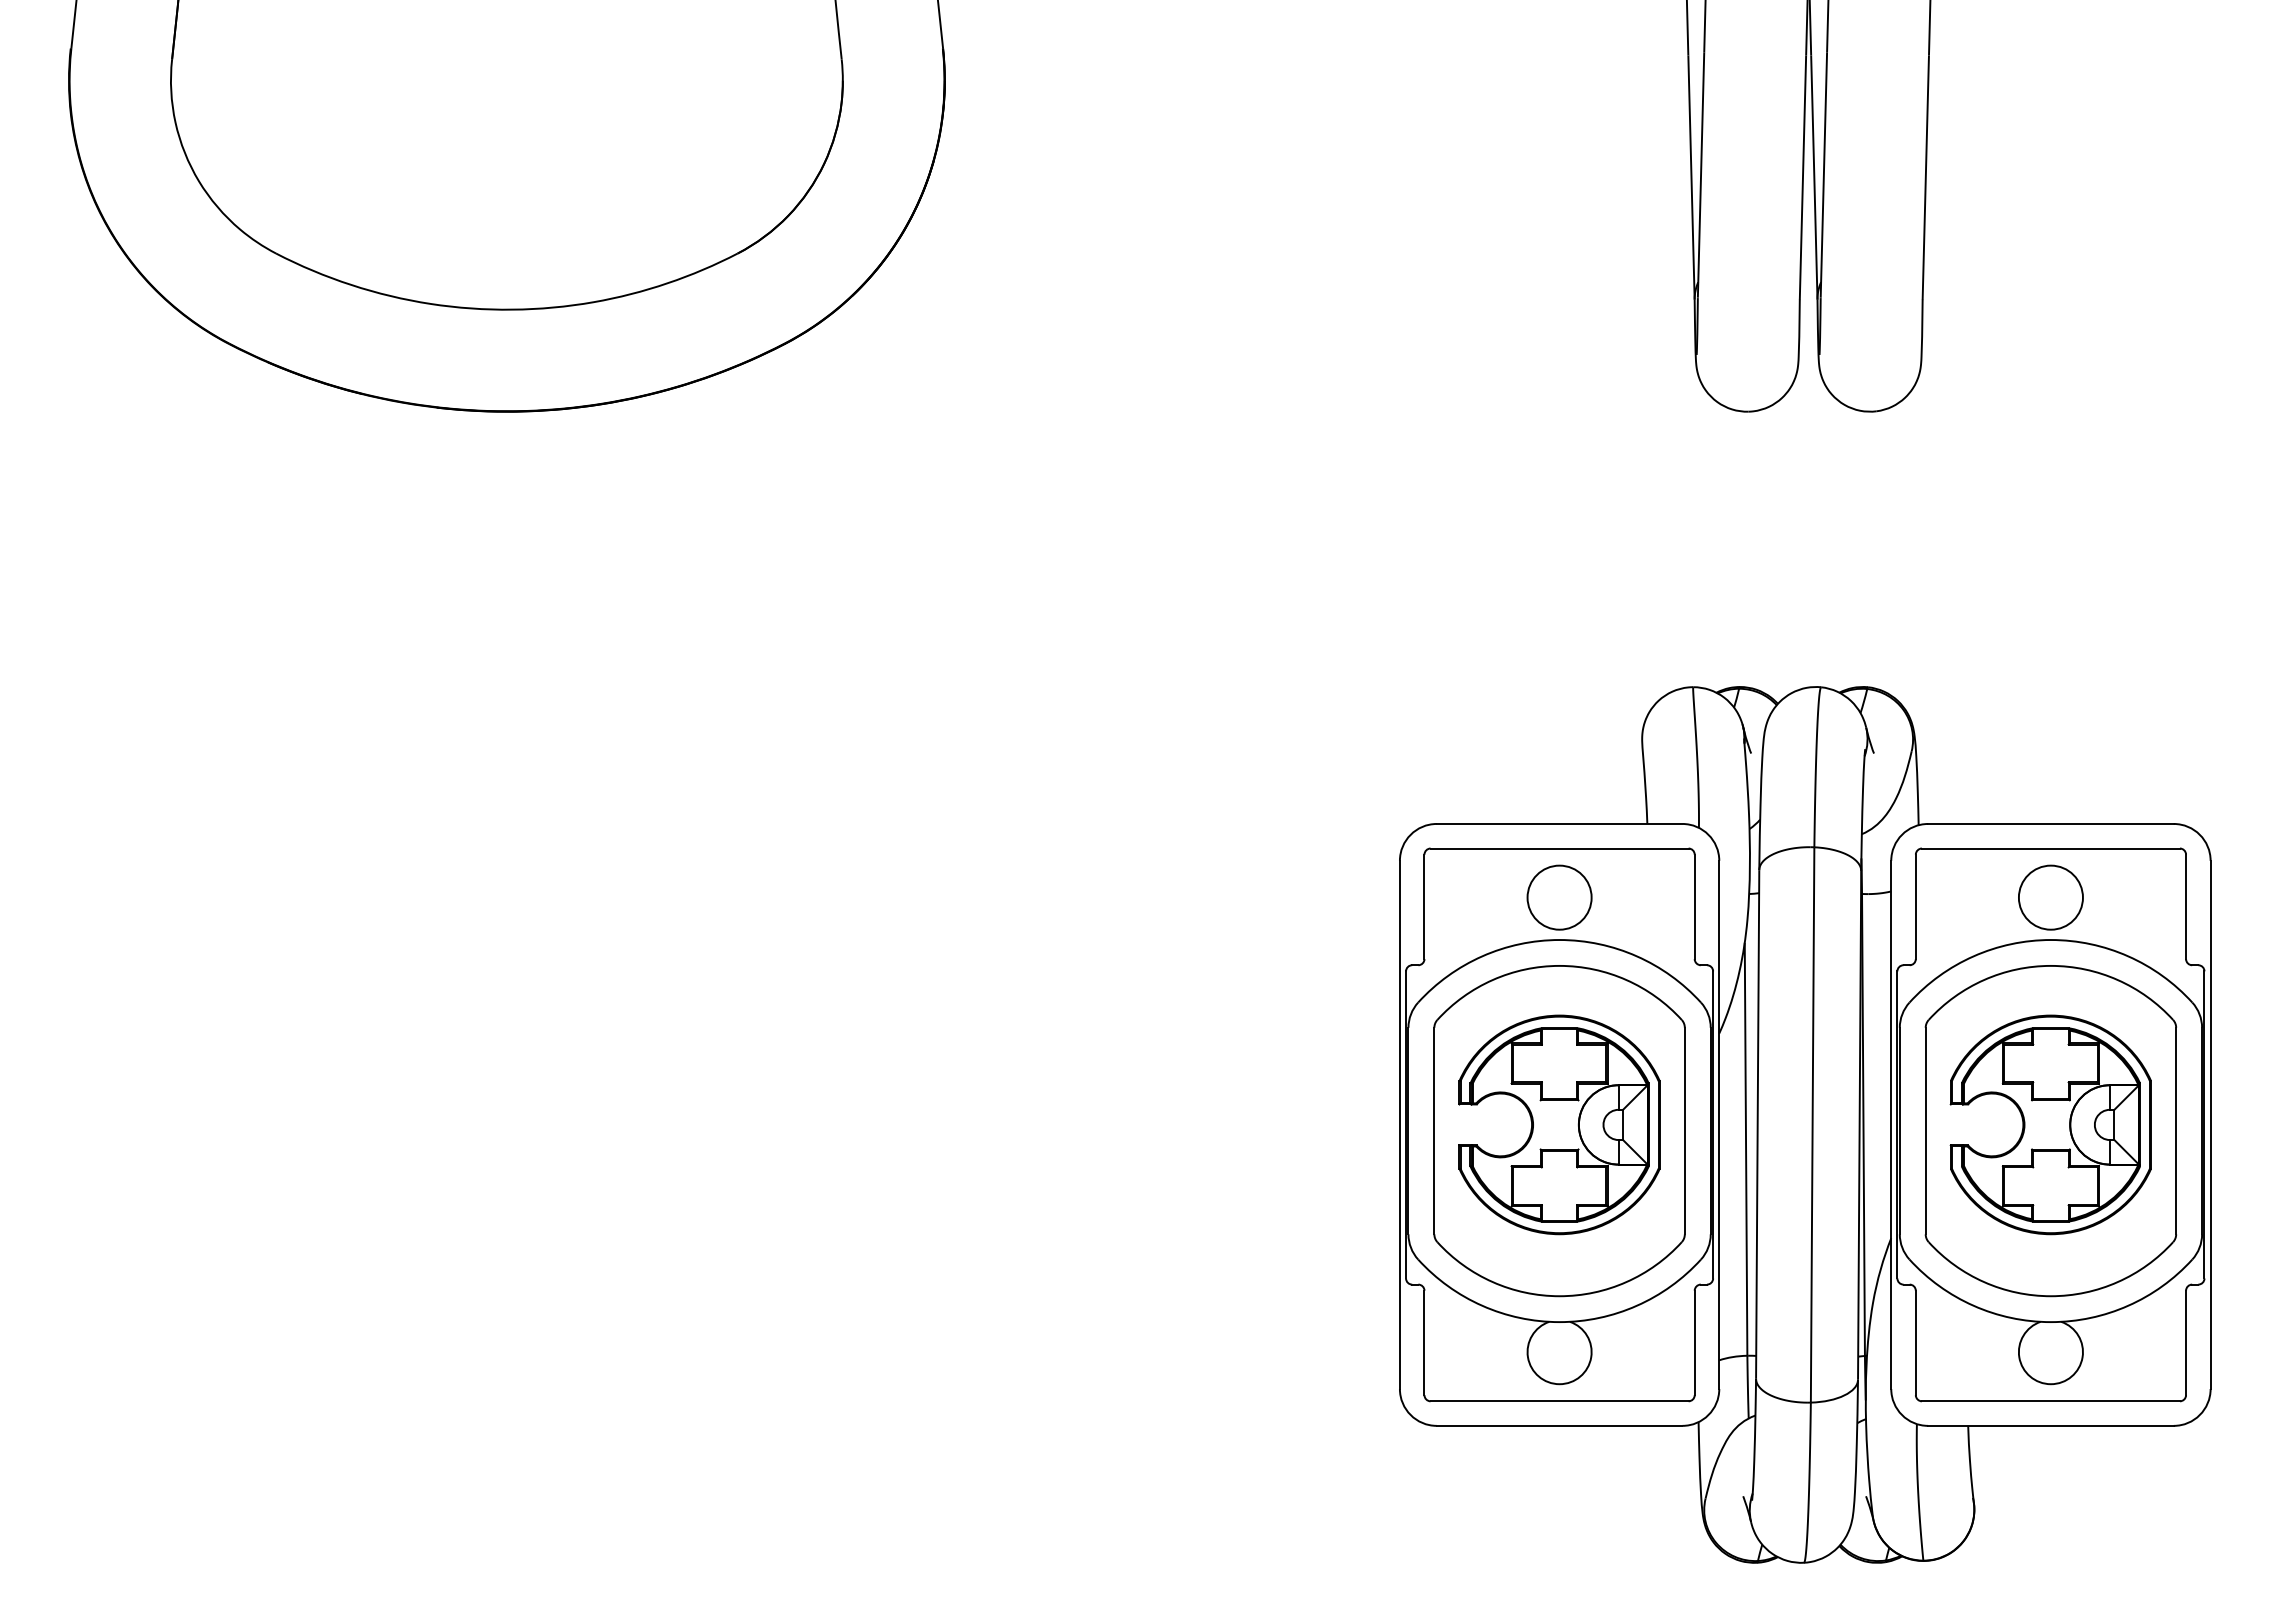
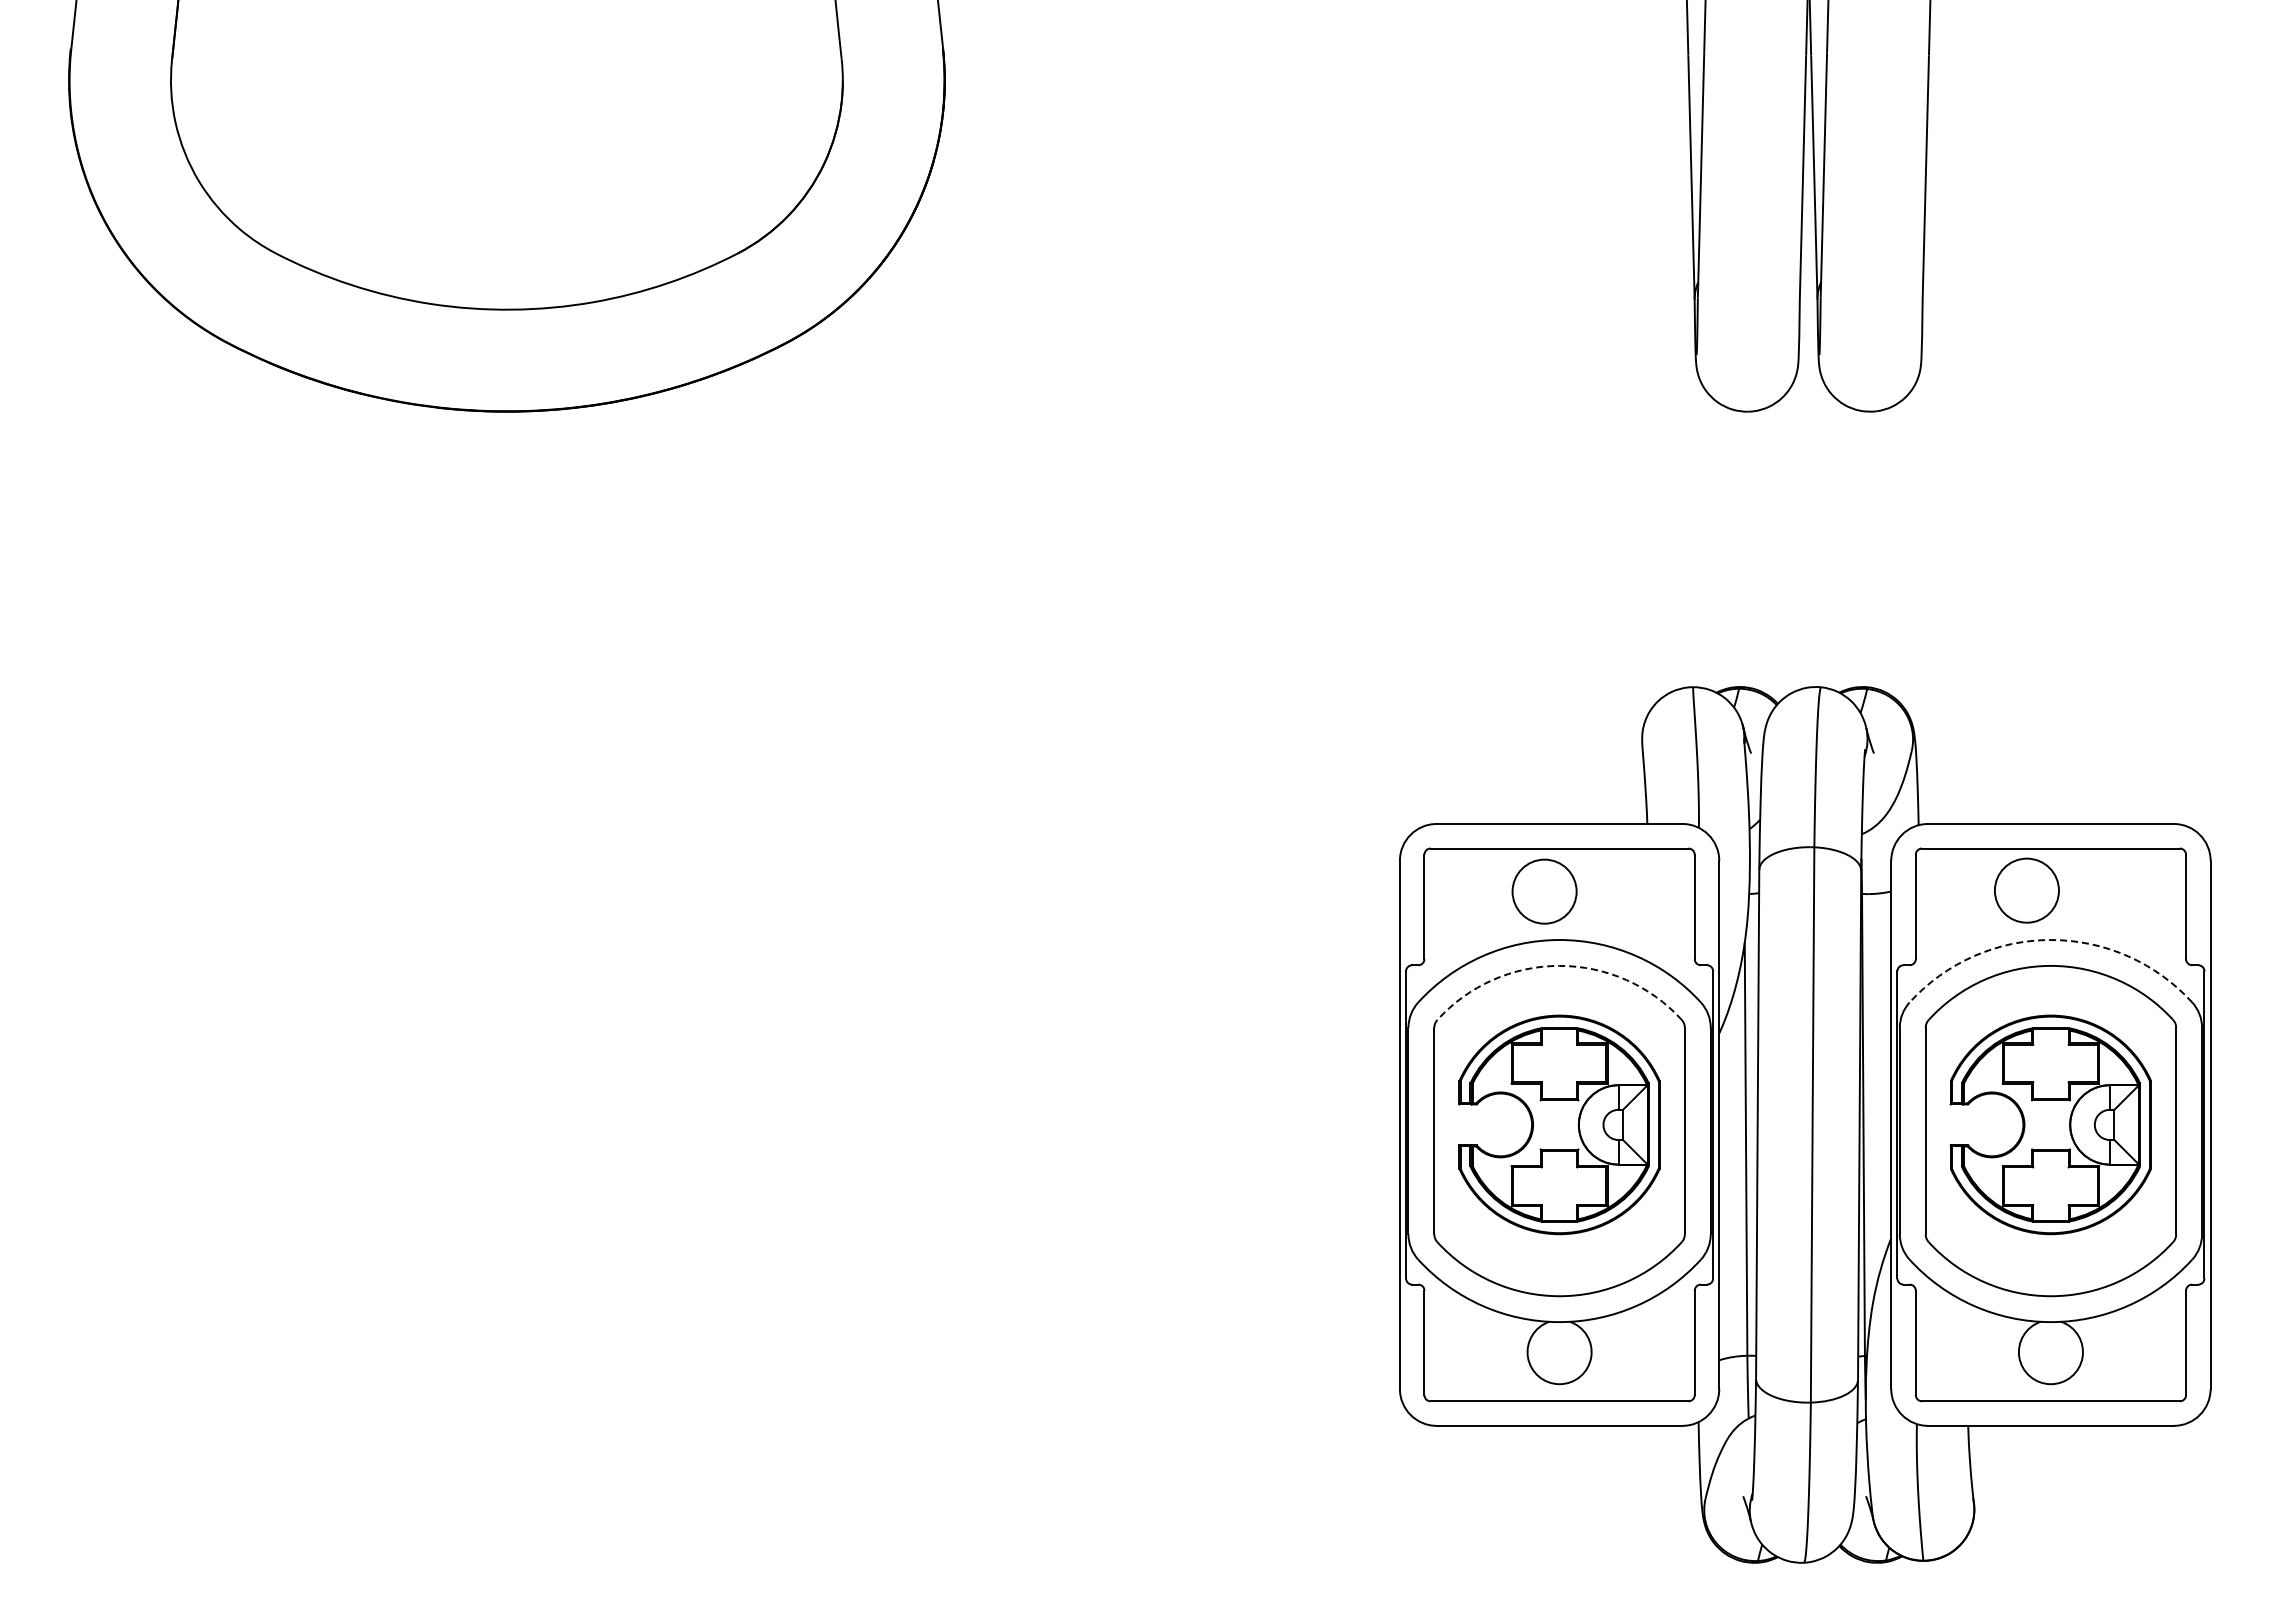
circle at (1559, 897) position: (1559, 897) -> (1544, 891)
circle at (2050, 897) position: (2050, 897) -> (2026, 890)
arc at (2050, 940): solid -> dashed
arc at (1559, 965): solid -> dashed
